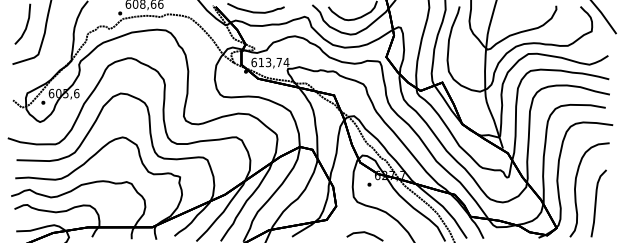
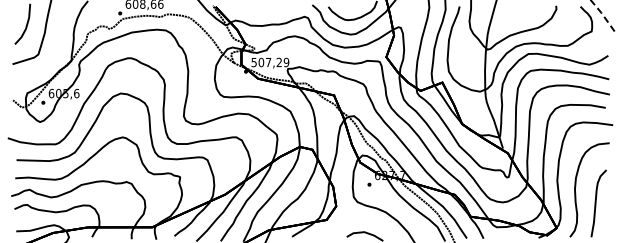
curve at (255, 11): present -> none
line at (604, 16): solid -> dashed
text at (270, 62): 613,74 -> 507,29
